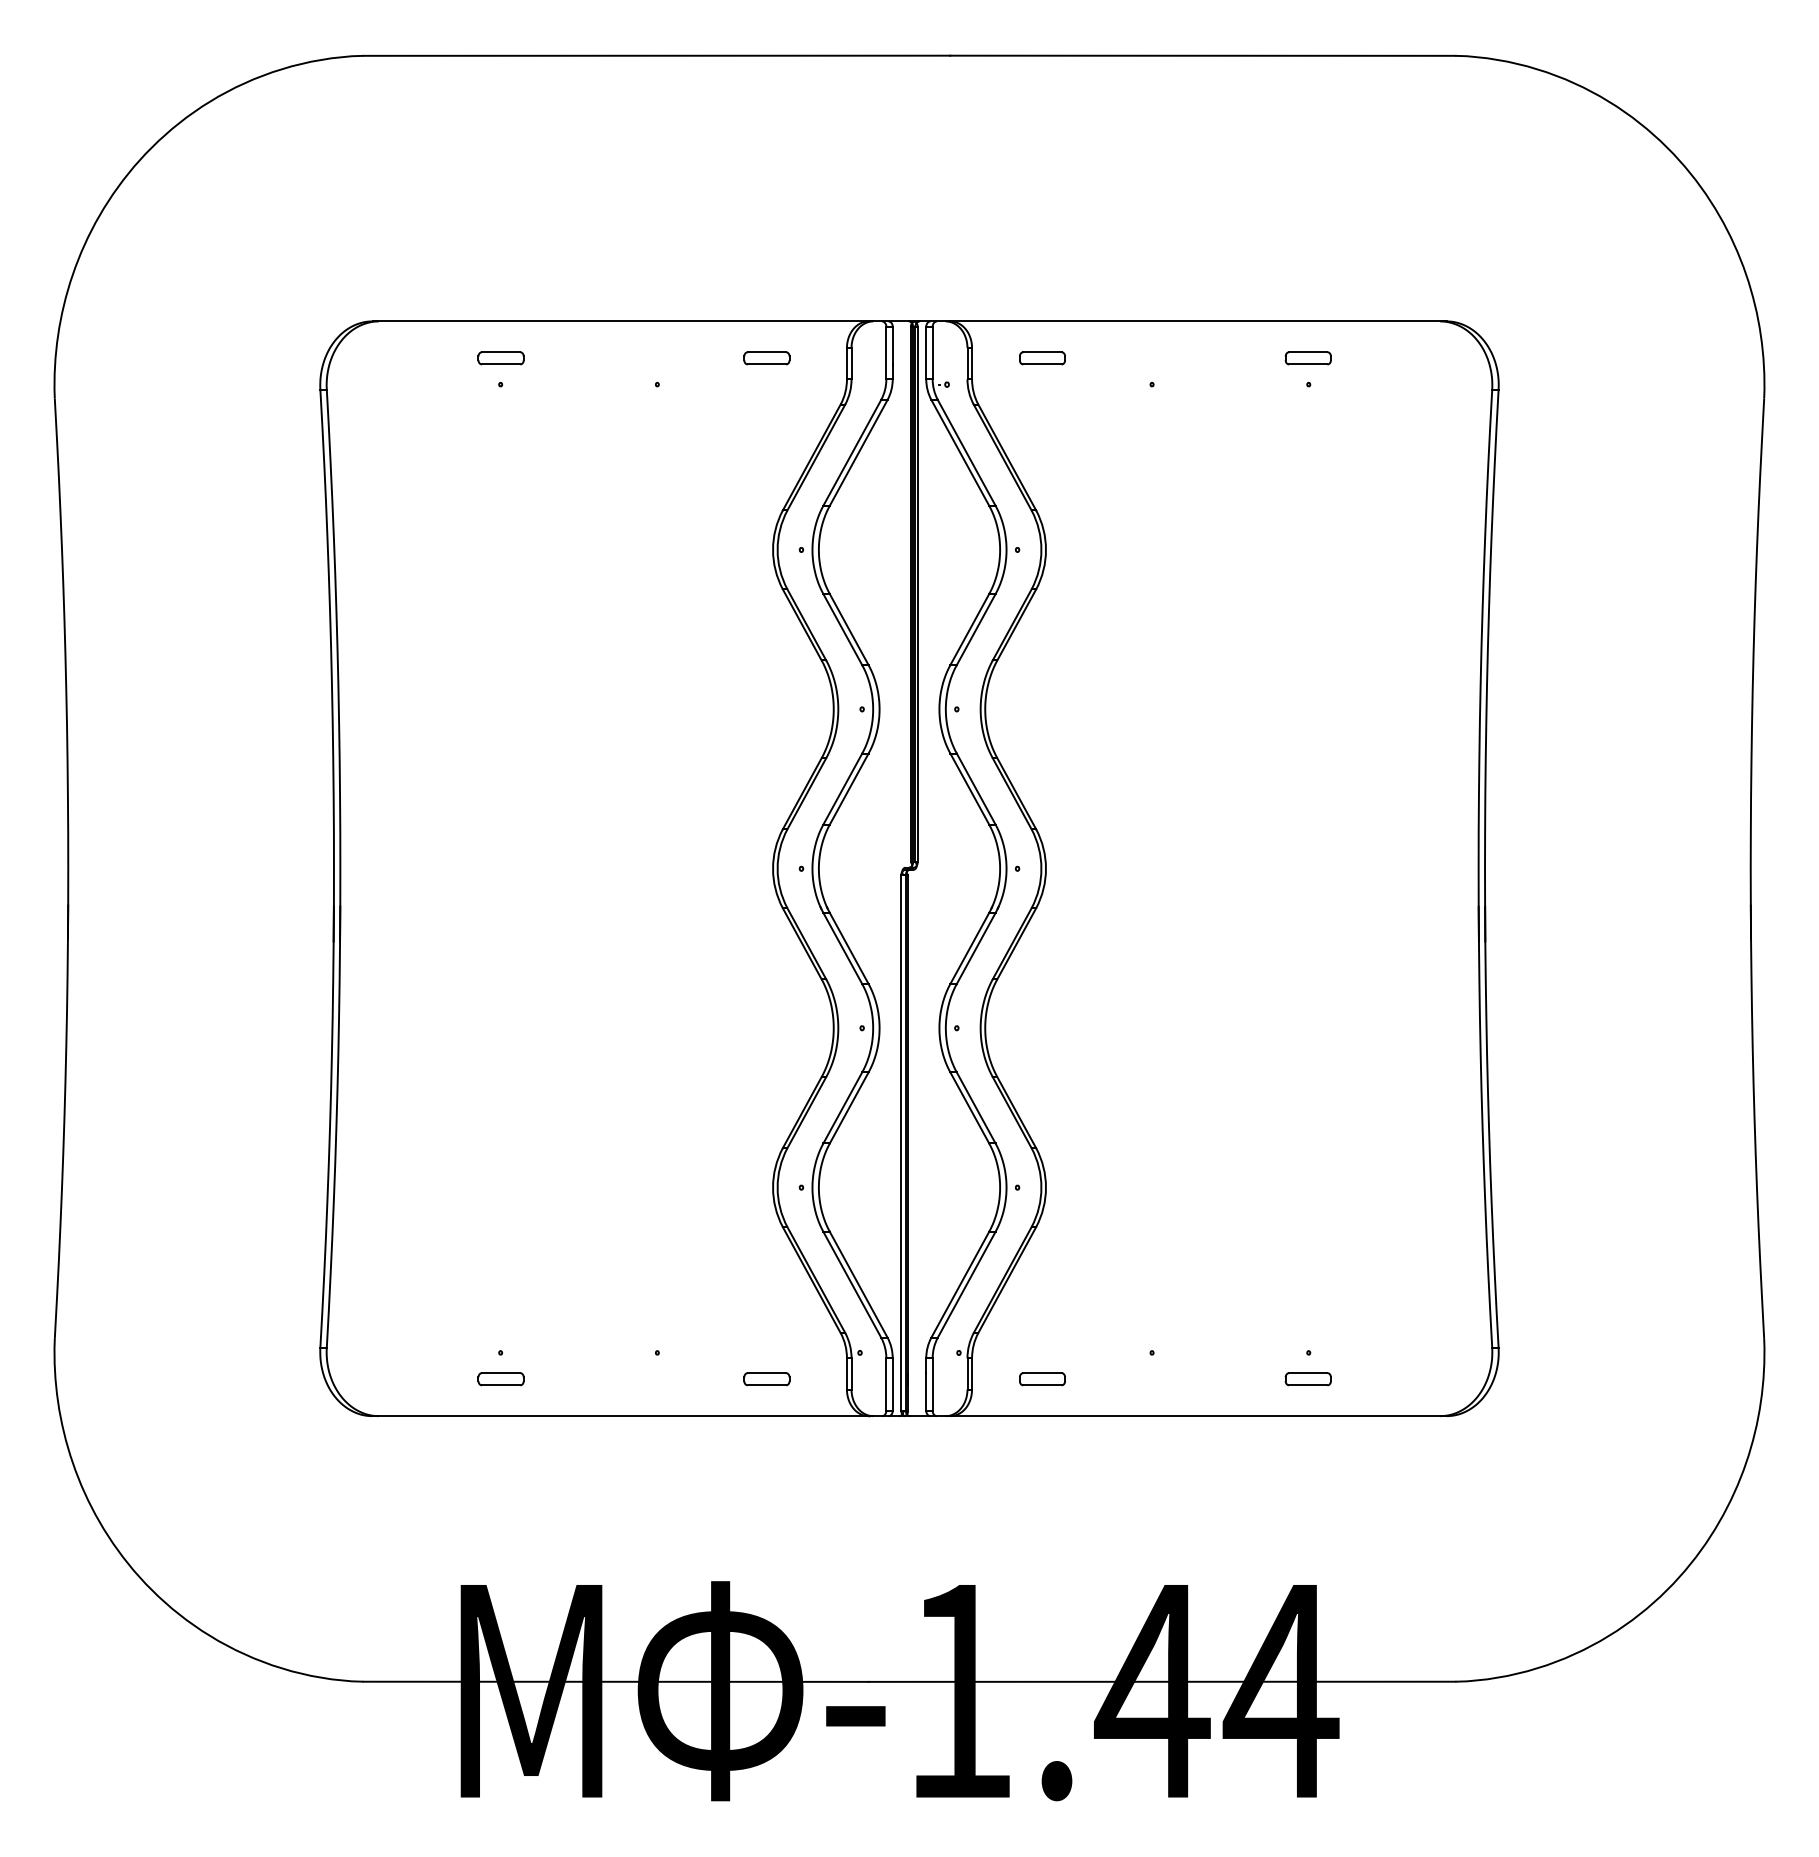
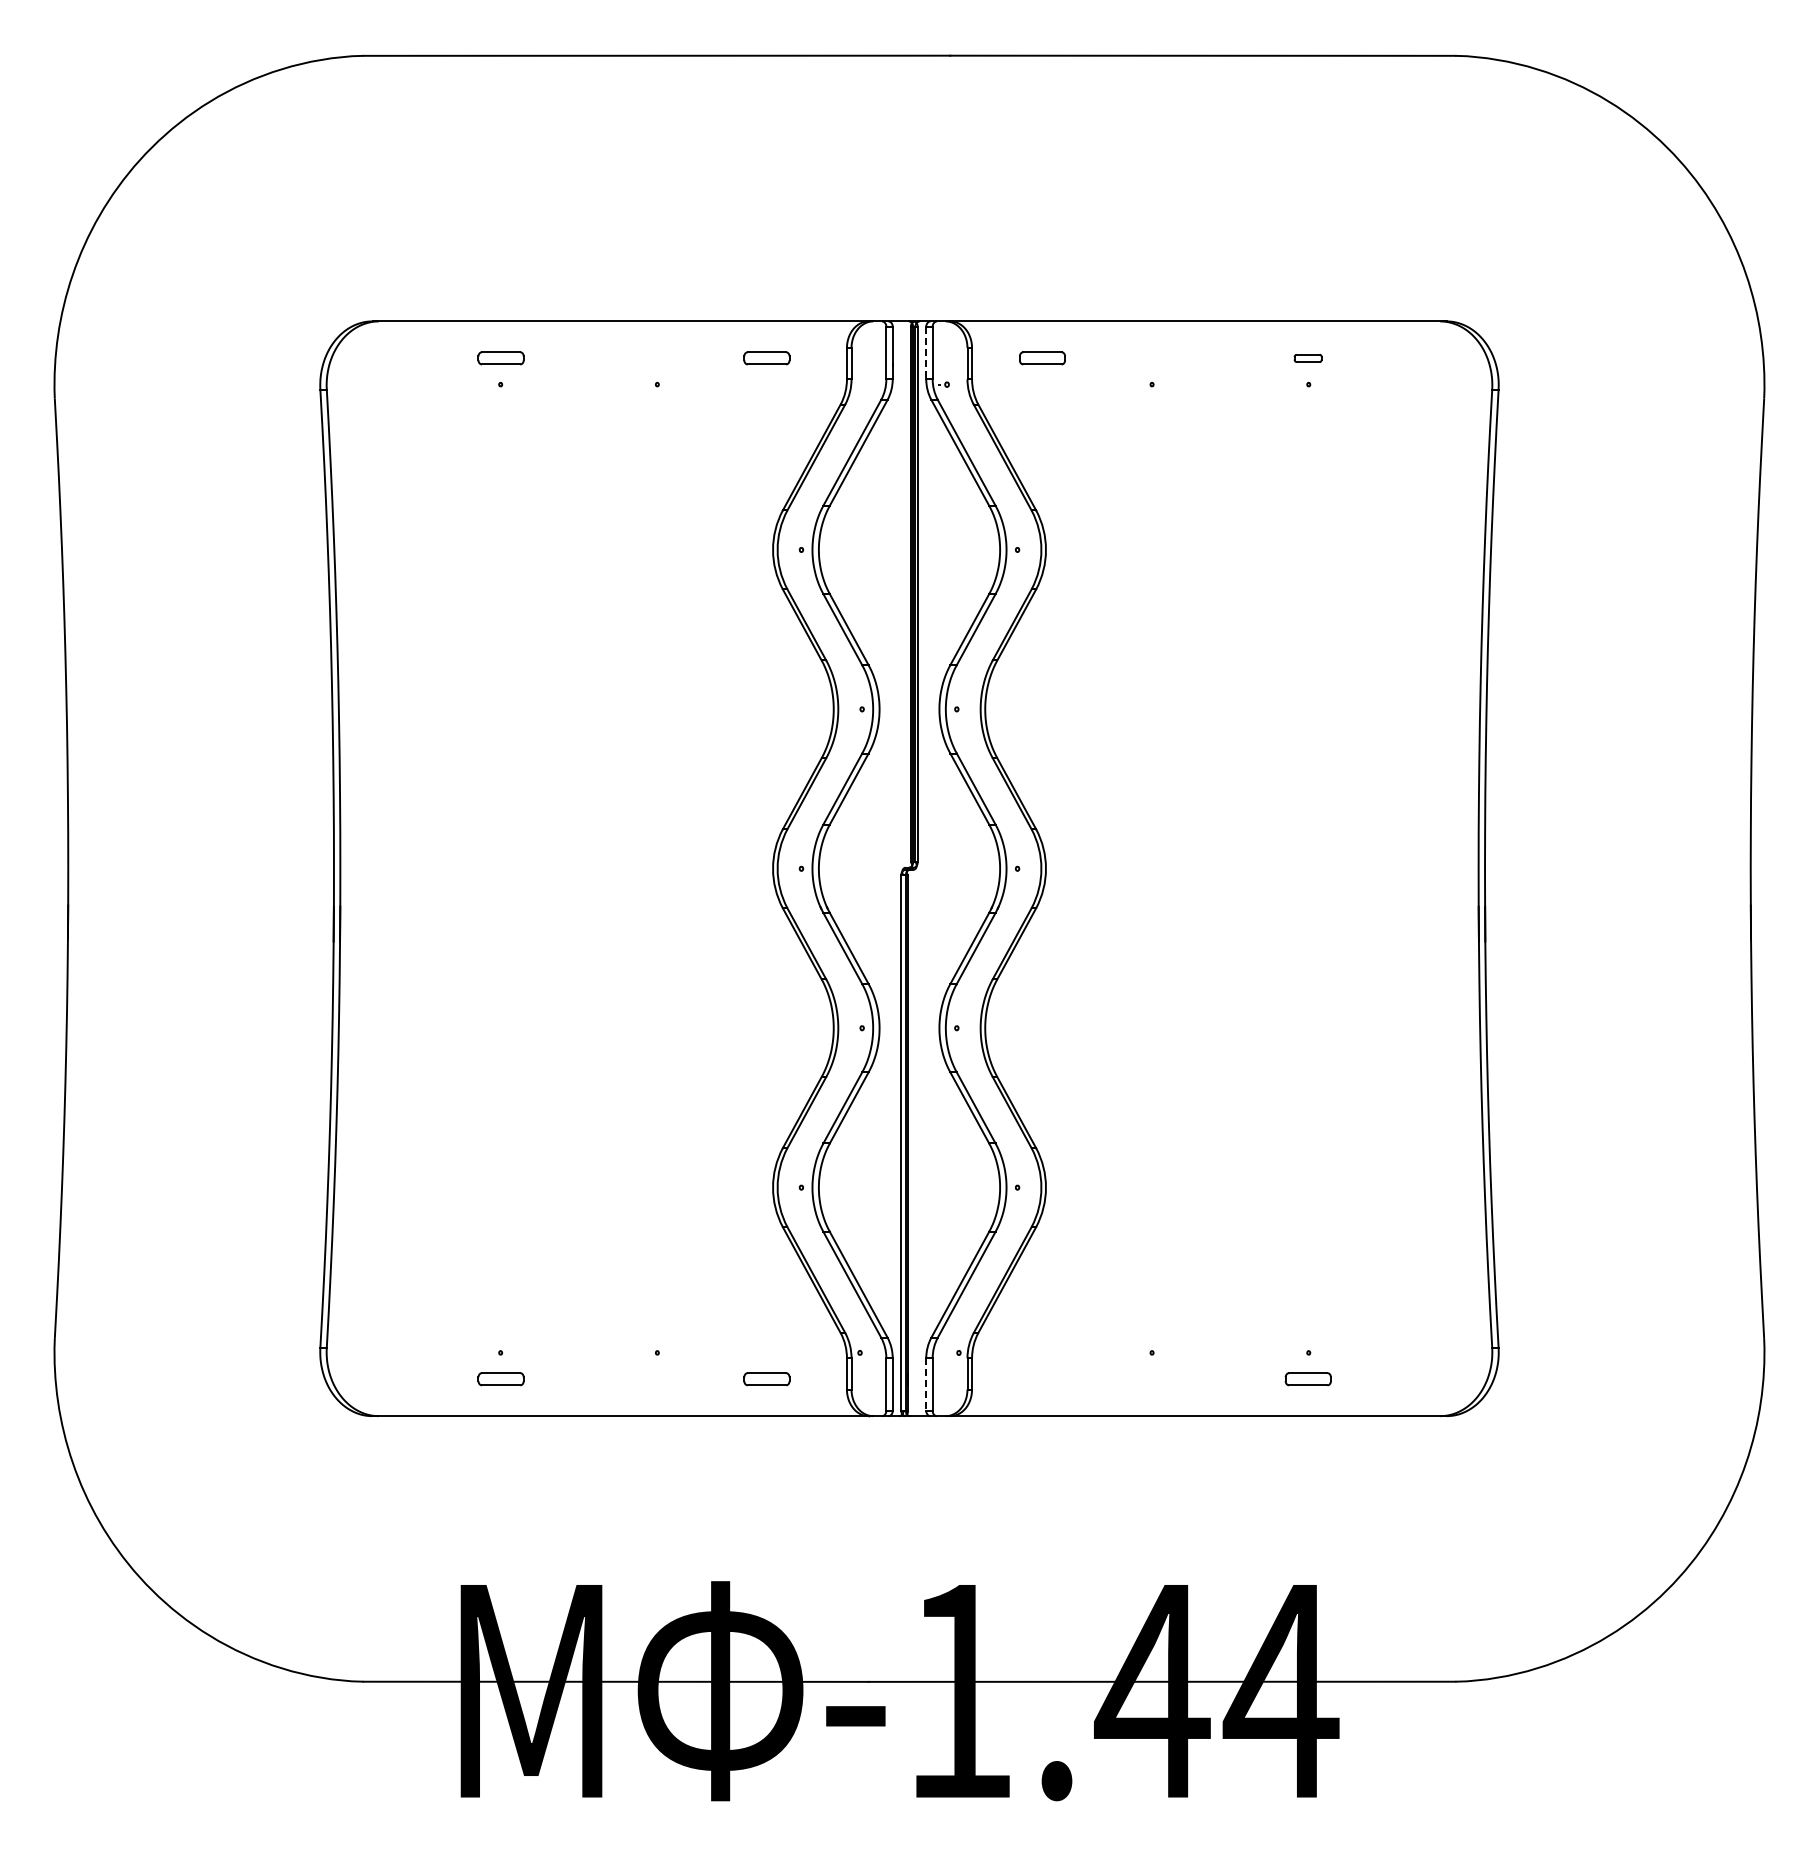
line at (926, 353): solid -> dashed
part at (1307, 358) size: 48x15 px -> 30x9 px
part at (1042, 1379): present -> none
line at (926, 1385): solid -> dashed
